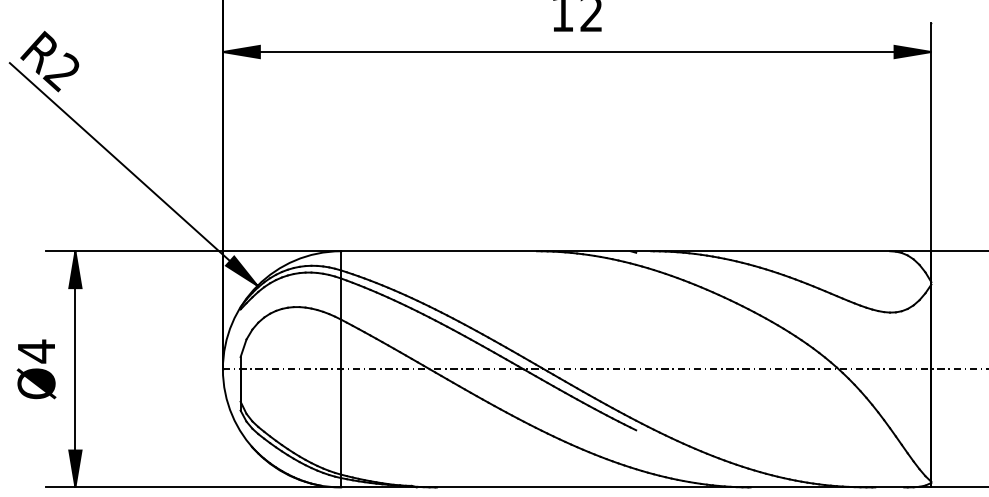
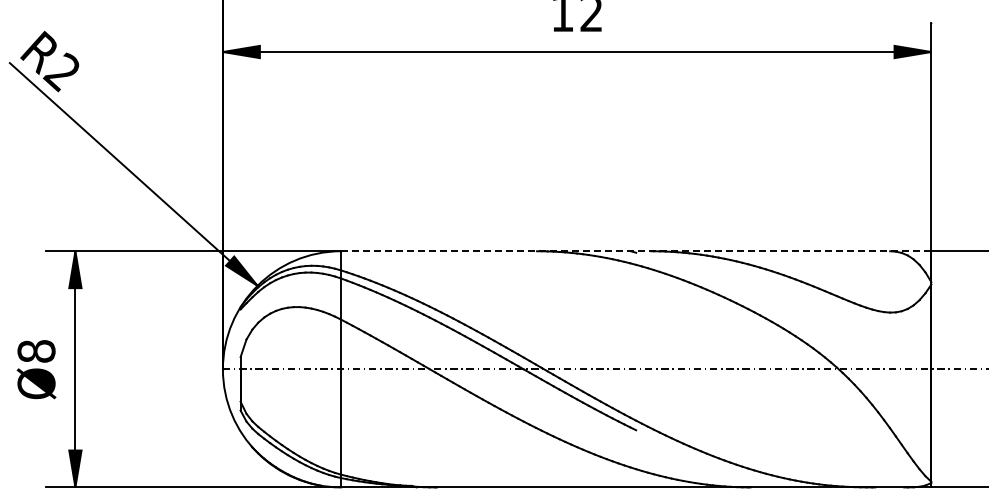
line at (636, 251): solid -> dashed
text at (36, 351): Ø4 -> Ø8
